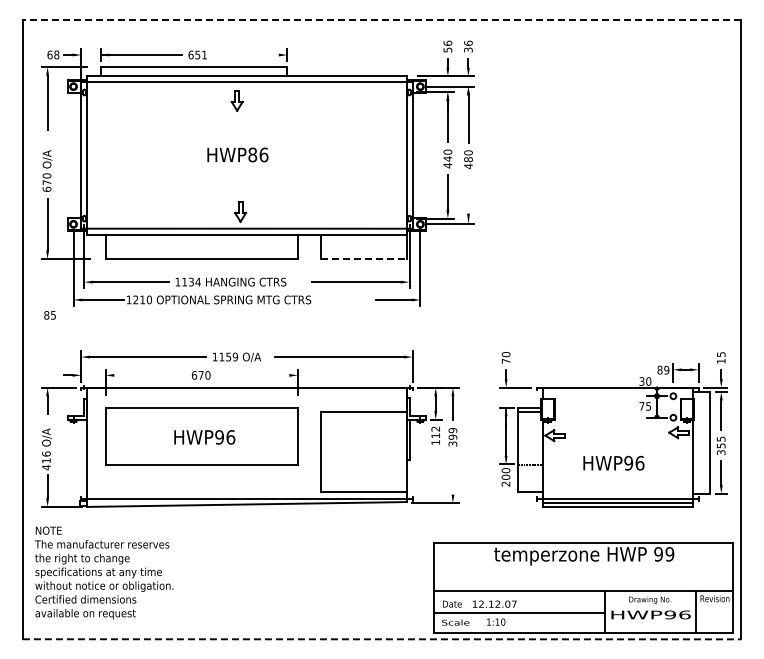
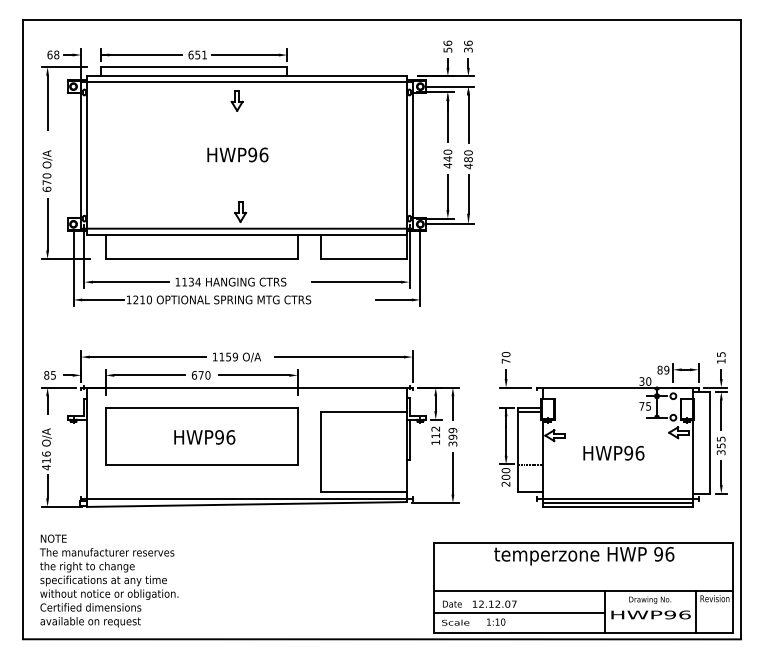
line at (381, 19): dashed -> solid
line at (244, 55): none -> present
text at (252, 154): HWP86 -> HWP96
line at (468, 194): none -> present
line at (364, 259): dashed -> solid
text at (49, 315) position: (49, 315) -> (49, 375)
line at (149, 375): none -> present
line at (253, 375): none -> present
text at (613, 462) position: (613, 462) -> (613, 452)
line at (452, 473): none -> present
text at (669, 554): 99 -> 96
text at (104, 572) position: (104, 572) -> (109, 580)
line at (382, 639): dashed -> solid
